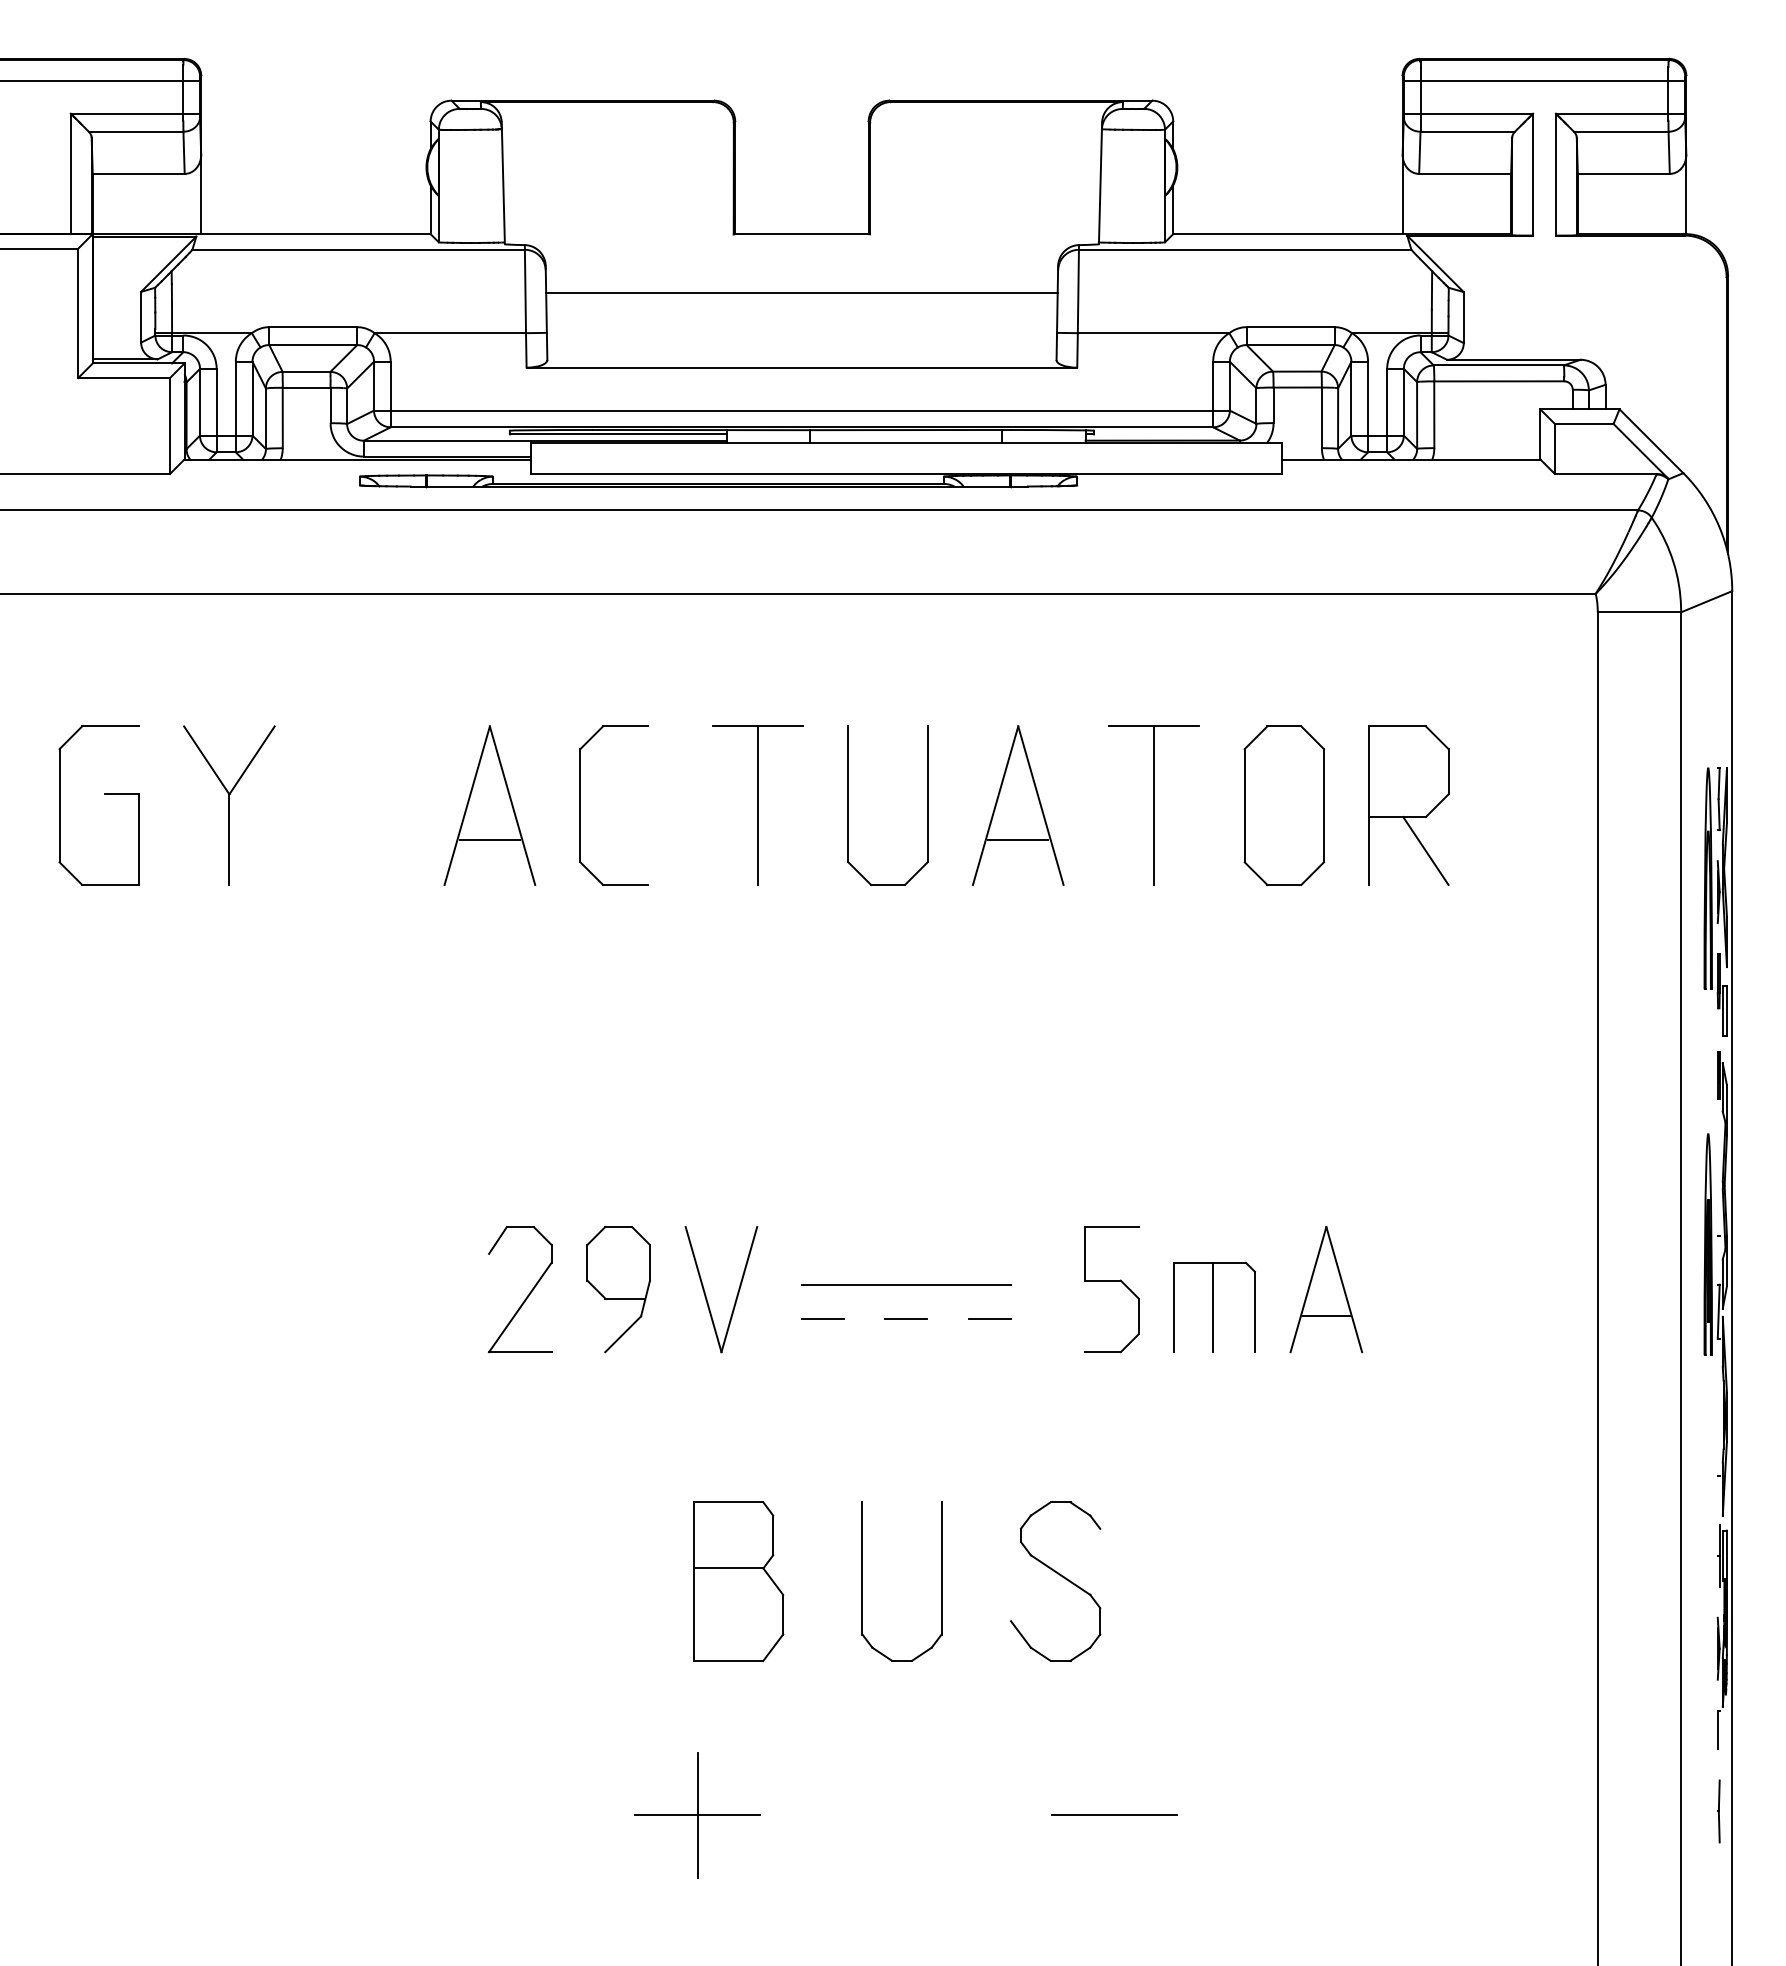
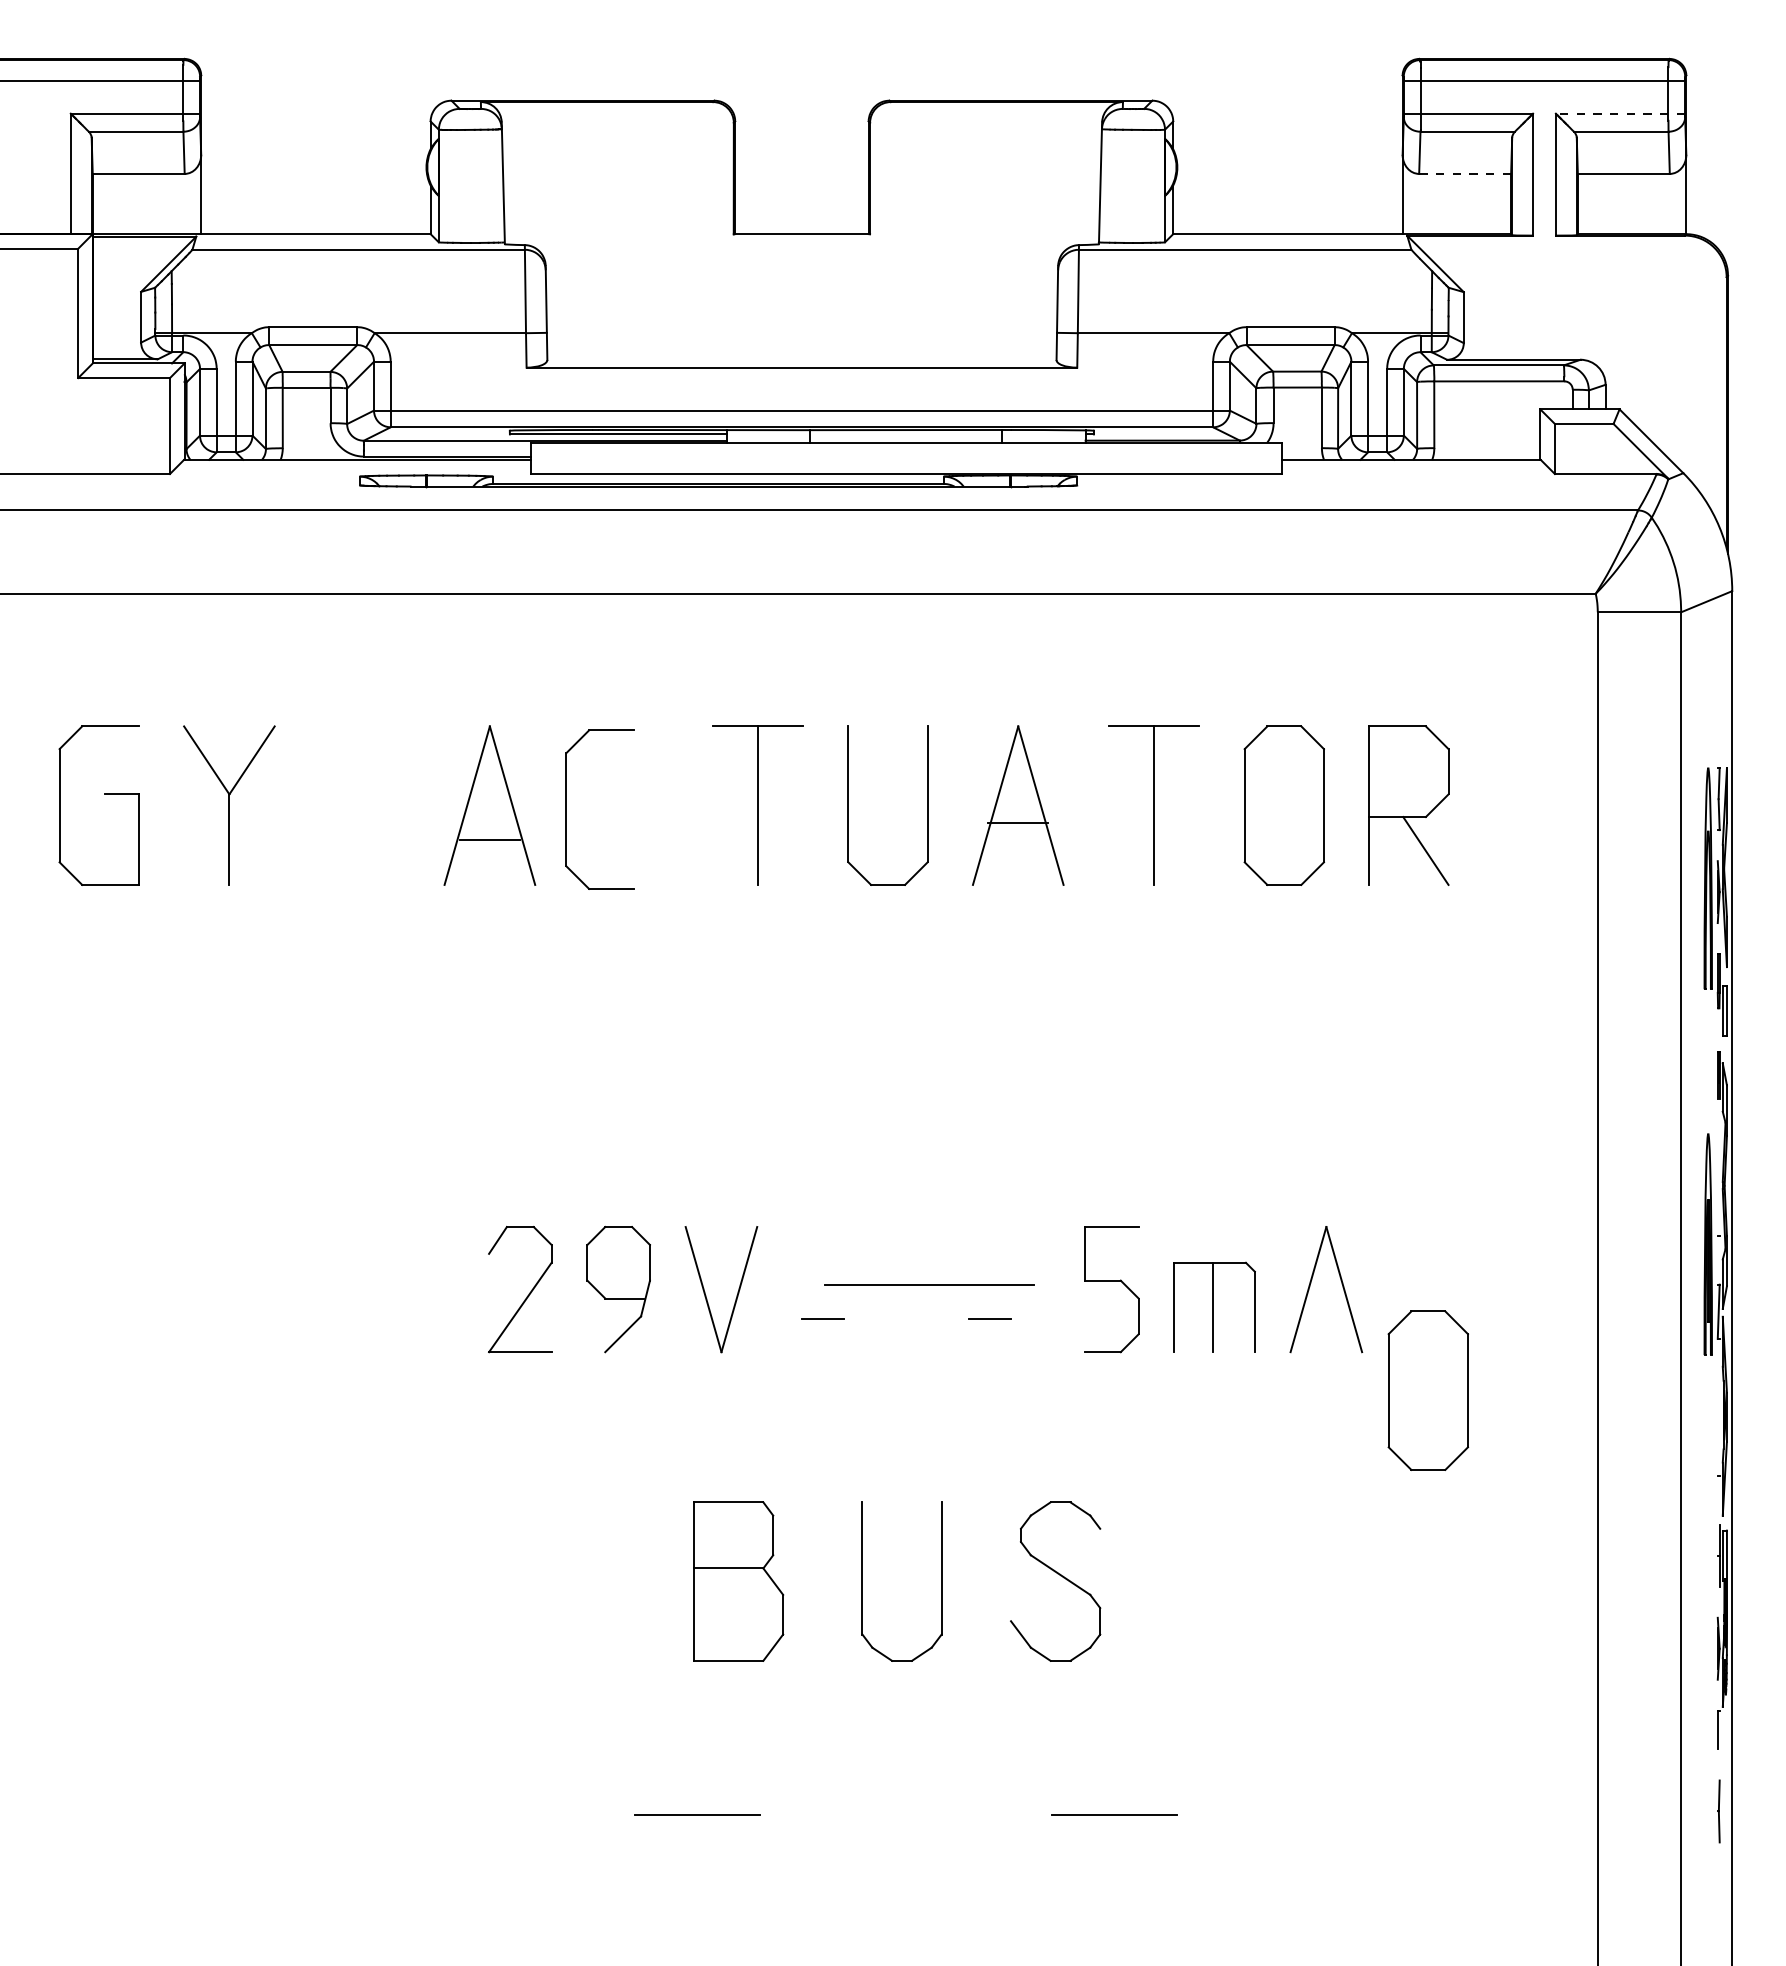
line at (1620, 113): solid -> dashed
line at (1465, 173): solid -> dashed
line at (801, 292): present -> none
part at (580, 805) position: (580, 805) -> (566, 809)
line at (1018, 839) position: (1018, 839) -> (1018, 822)
line at (906, 1284) position: (906, 1284) -> (929, 1284)
line at (1326, 1316): present -> none
line at (906, 1318): present -> none
part at (1427, 1390): none -> present
line at (697, 1814): present -> none
